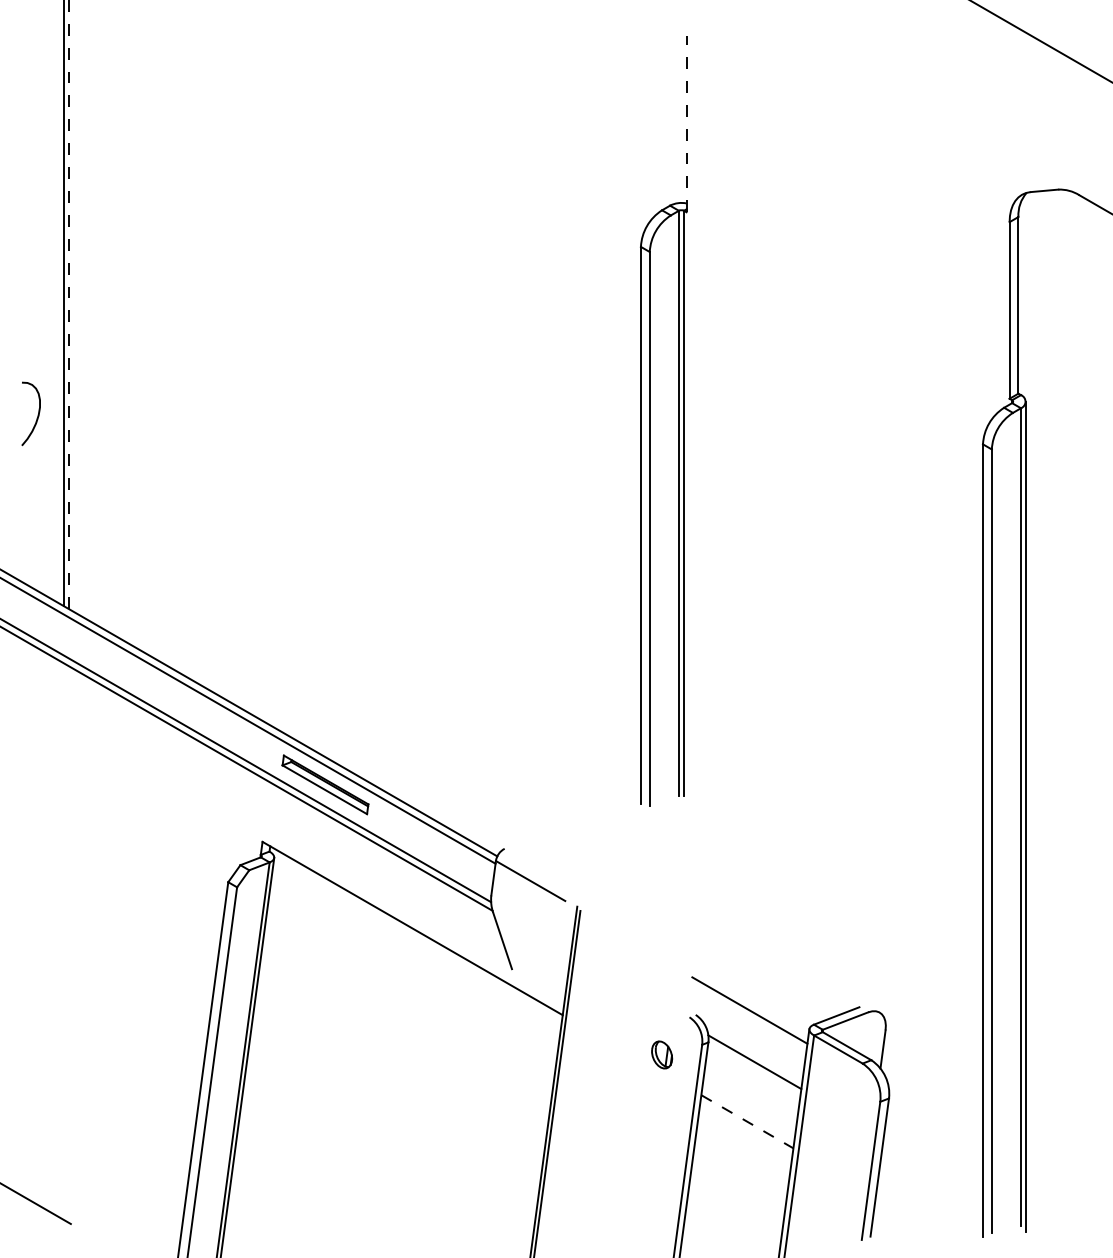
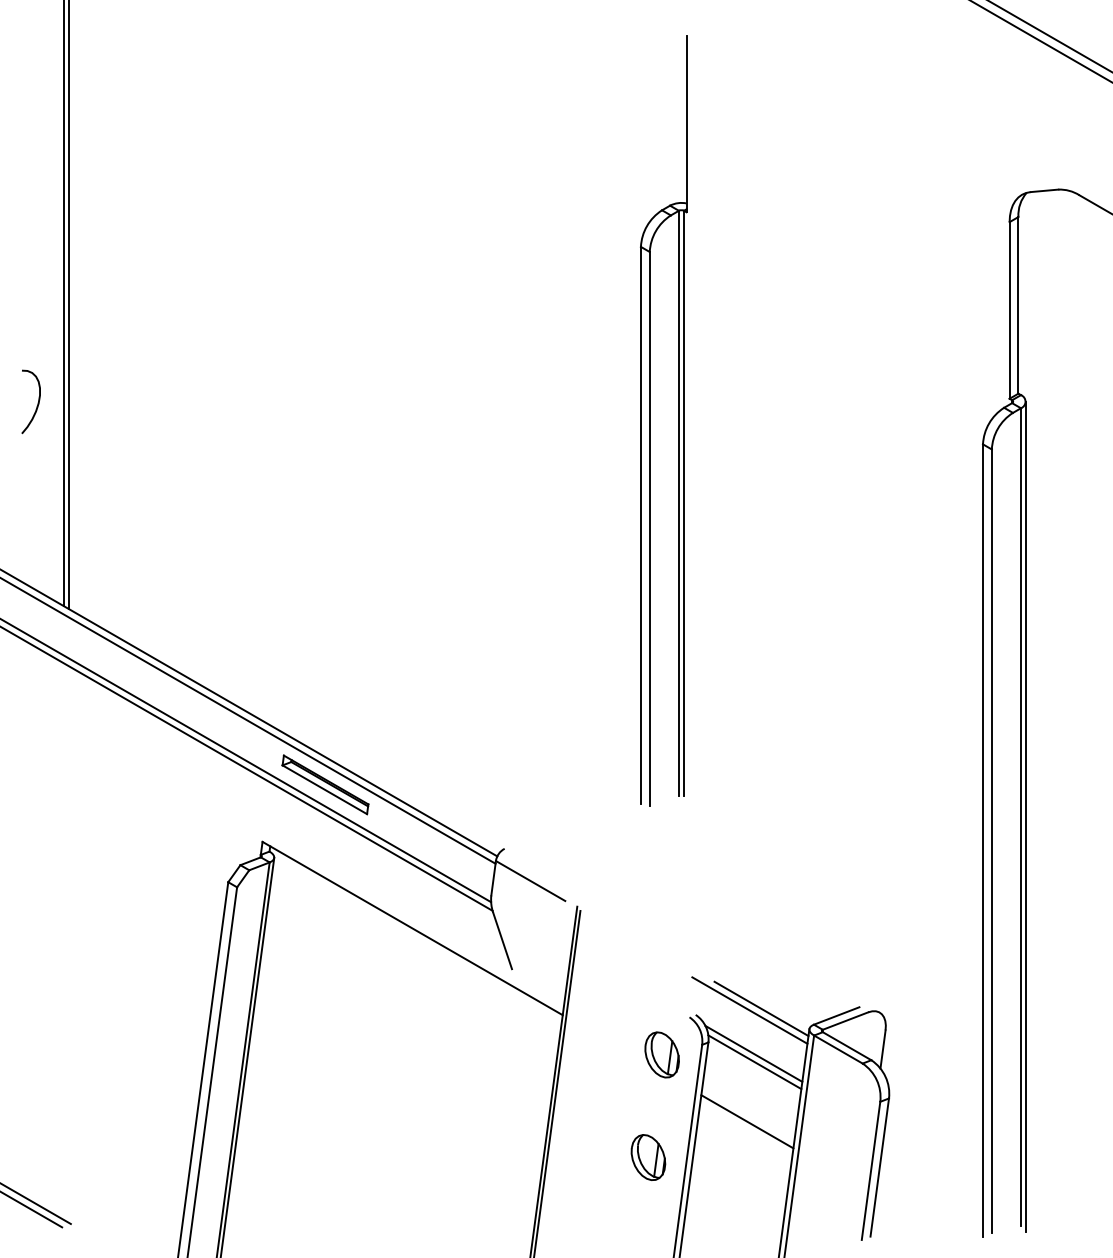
line at (1049, 36): none -> present
line at (686, 123): dashed -> solid
line at (68, 304): dashed -> solid
curve at (37, 414) position: (37, 414) -> (37, 402)
line at (761, 1008): none -> present
line at (753, 1053): none -> present
part at (662, 1054) size: 23x30 px -> 36x48 px
line at (747, 1122): dashed -> solid
part at (648, 1157): none -> present
line at (32, 1209): none -> present
